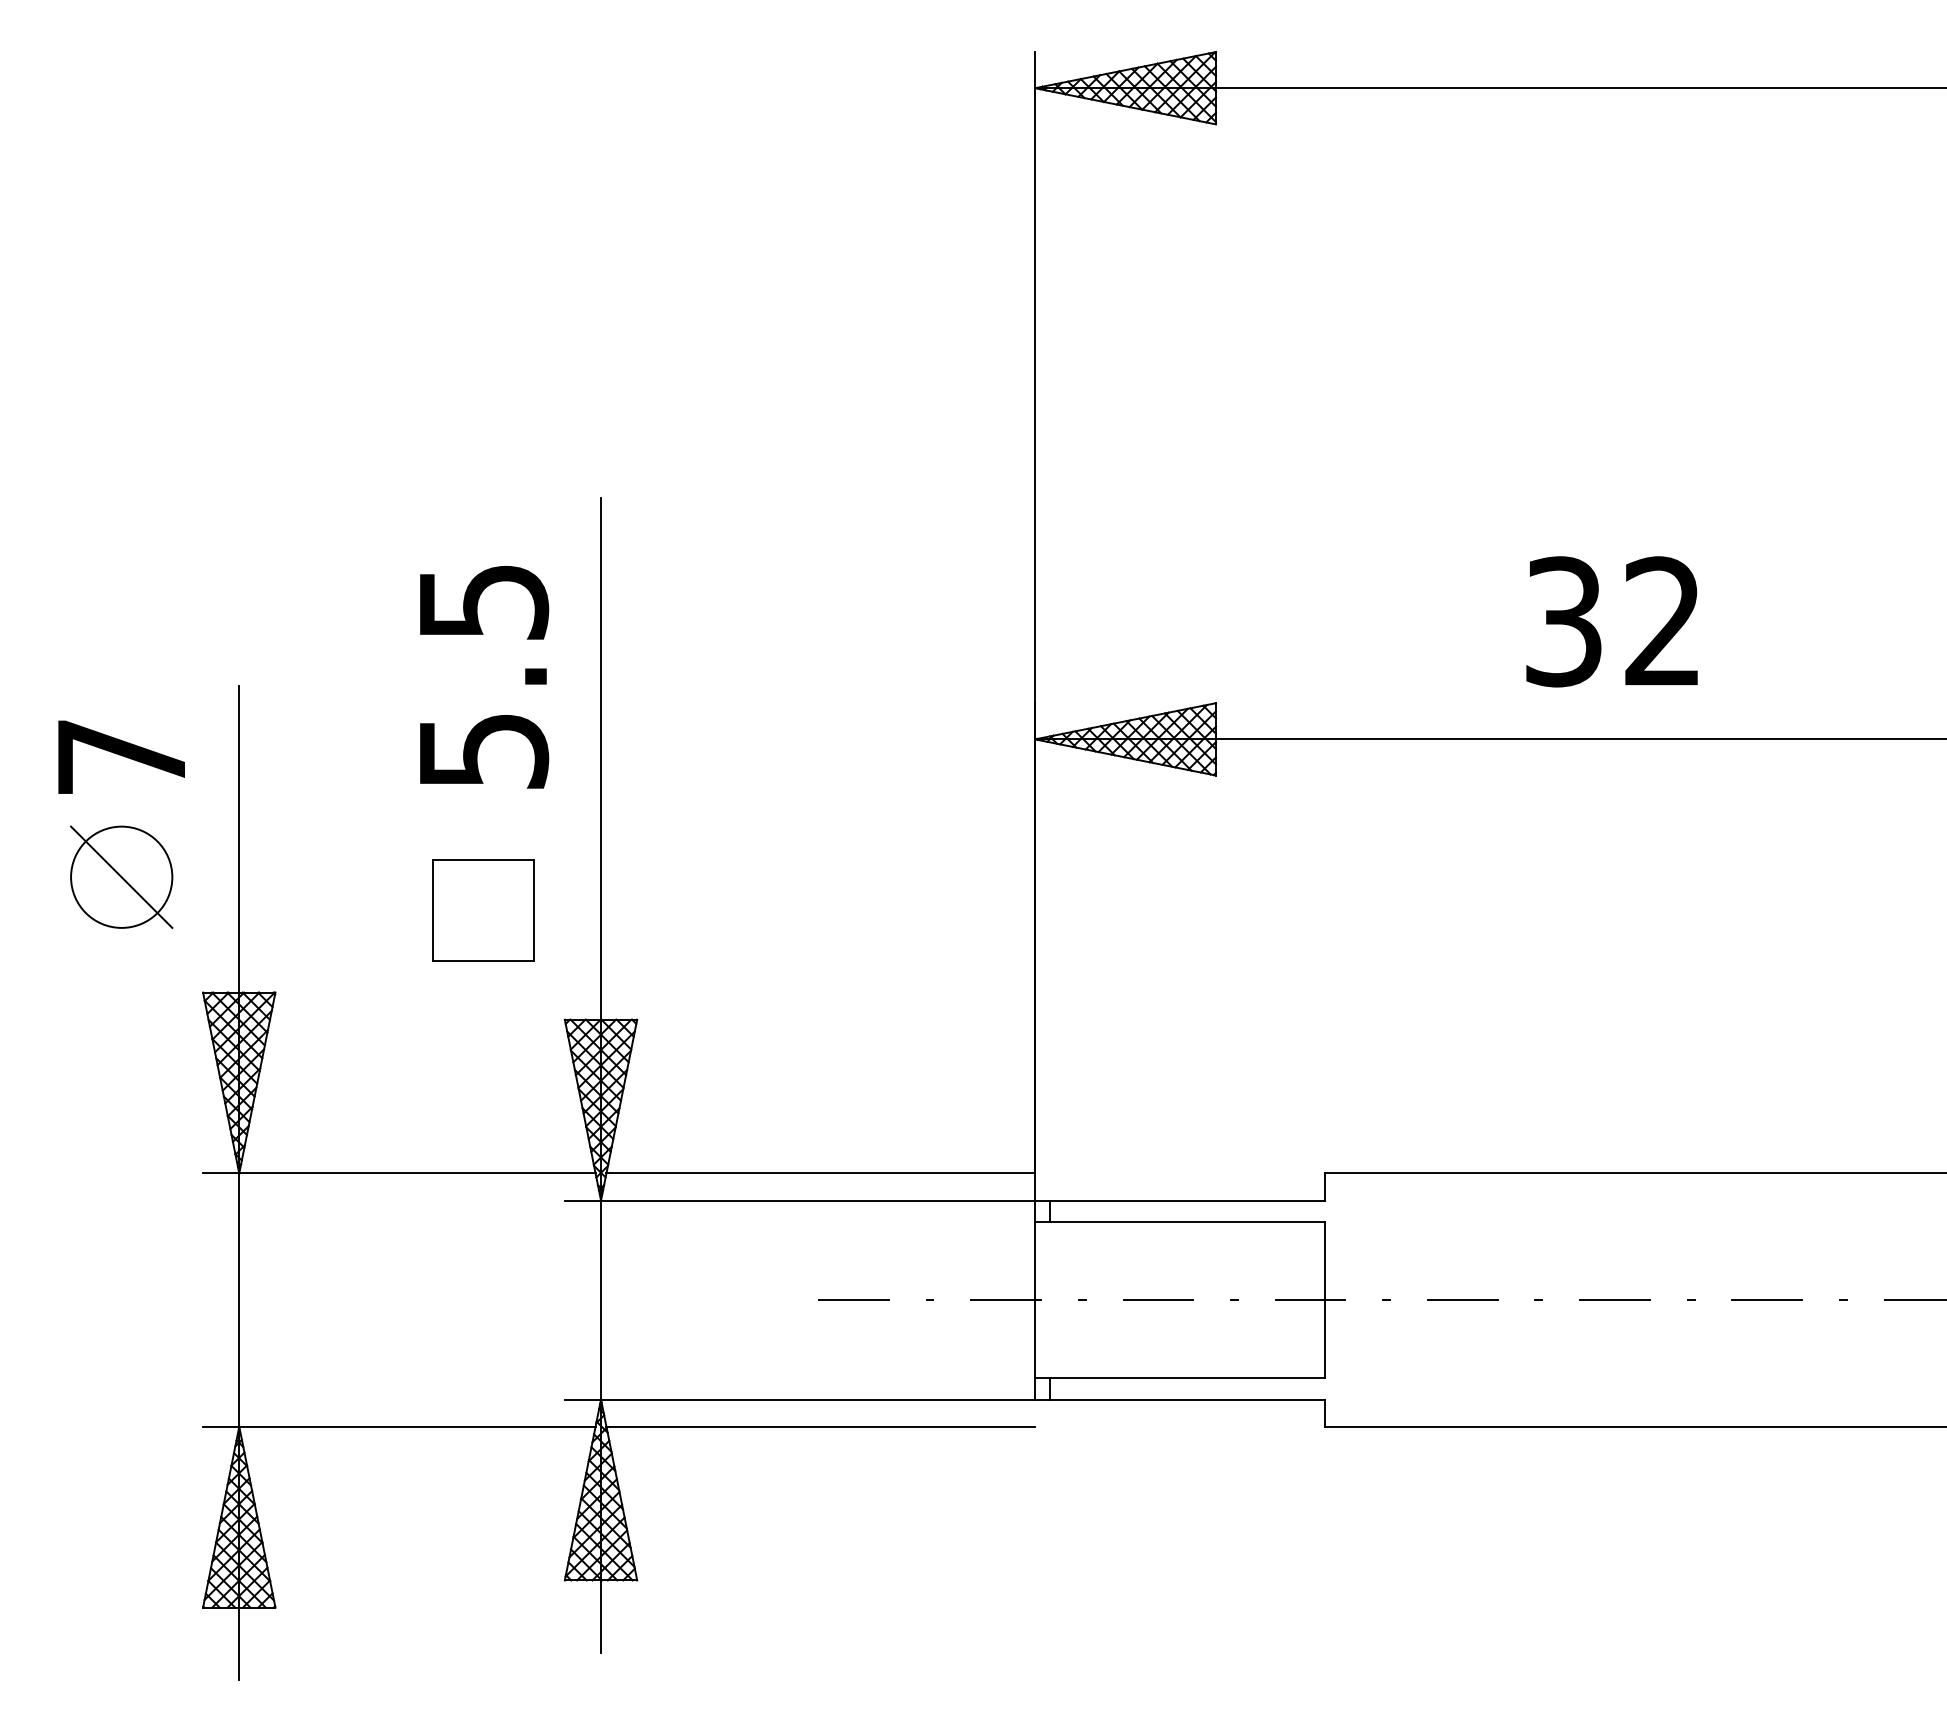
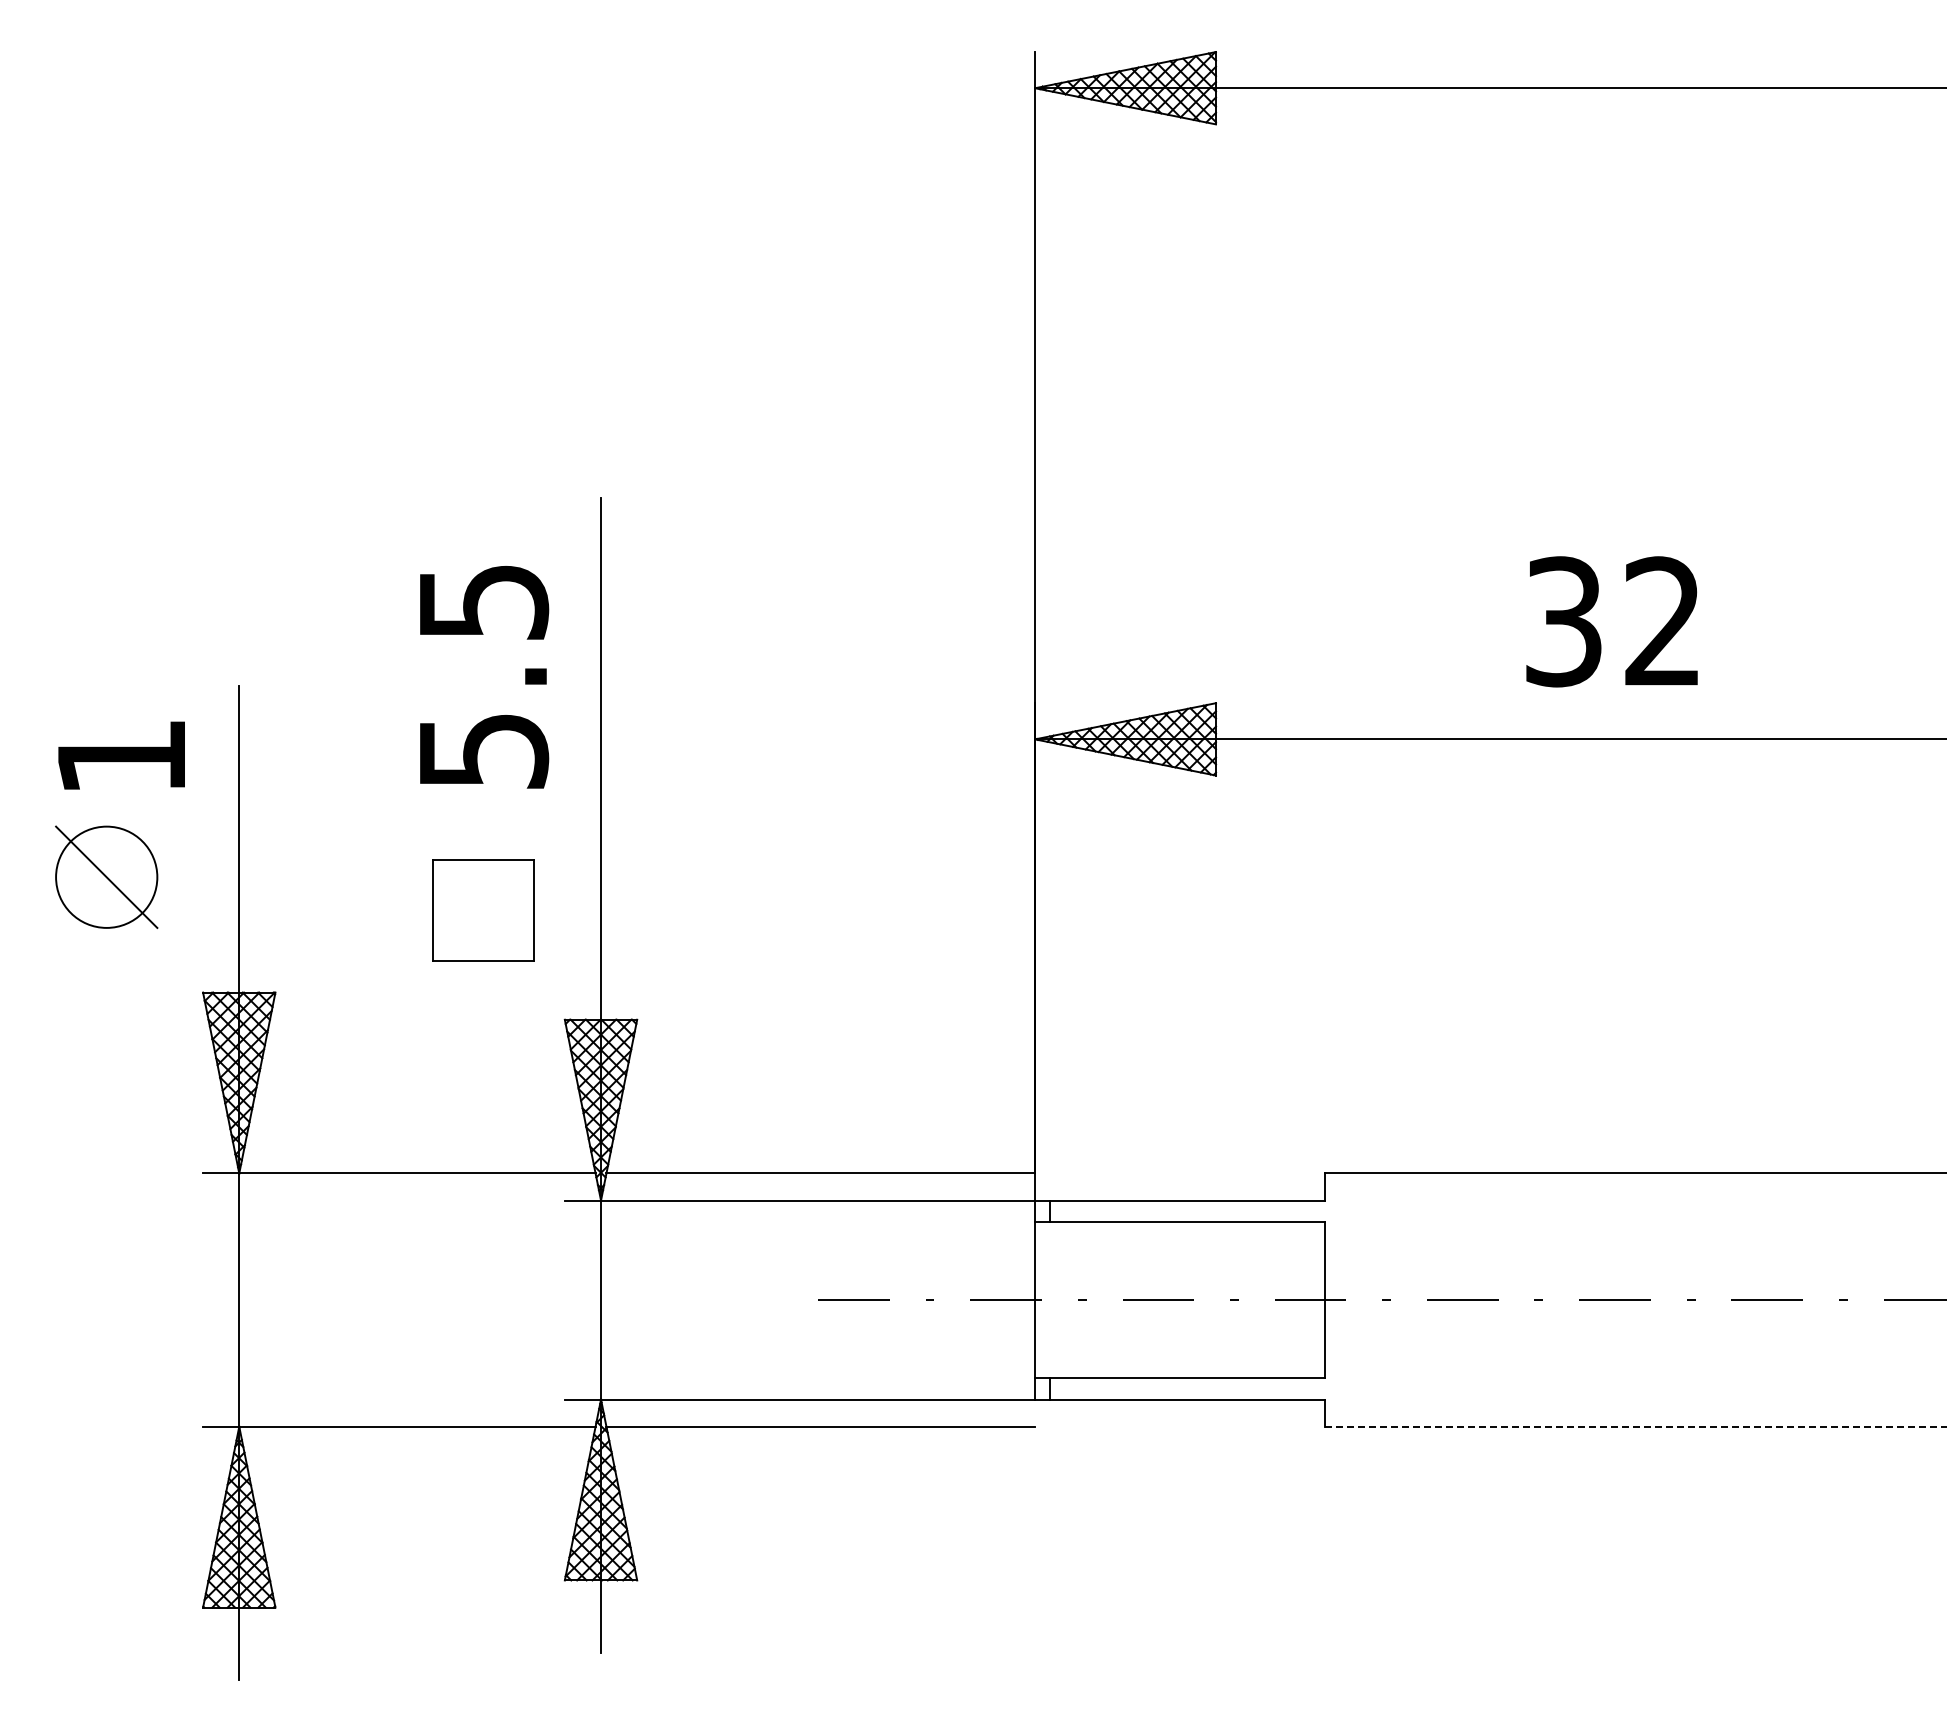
text at (121, 756): 7 -> 1
part at (121, 876) position: (121, 876) -> (106, 876)
line at (1636, 1426): solid -> dashed
